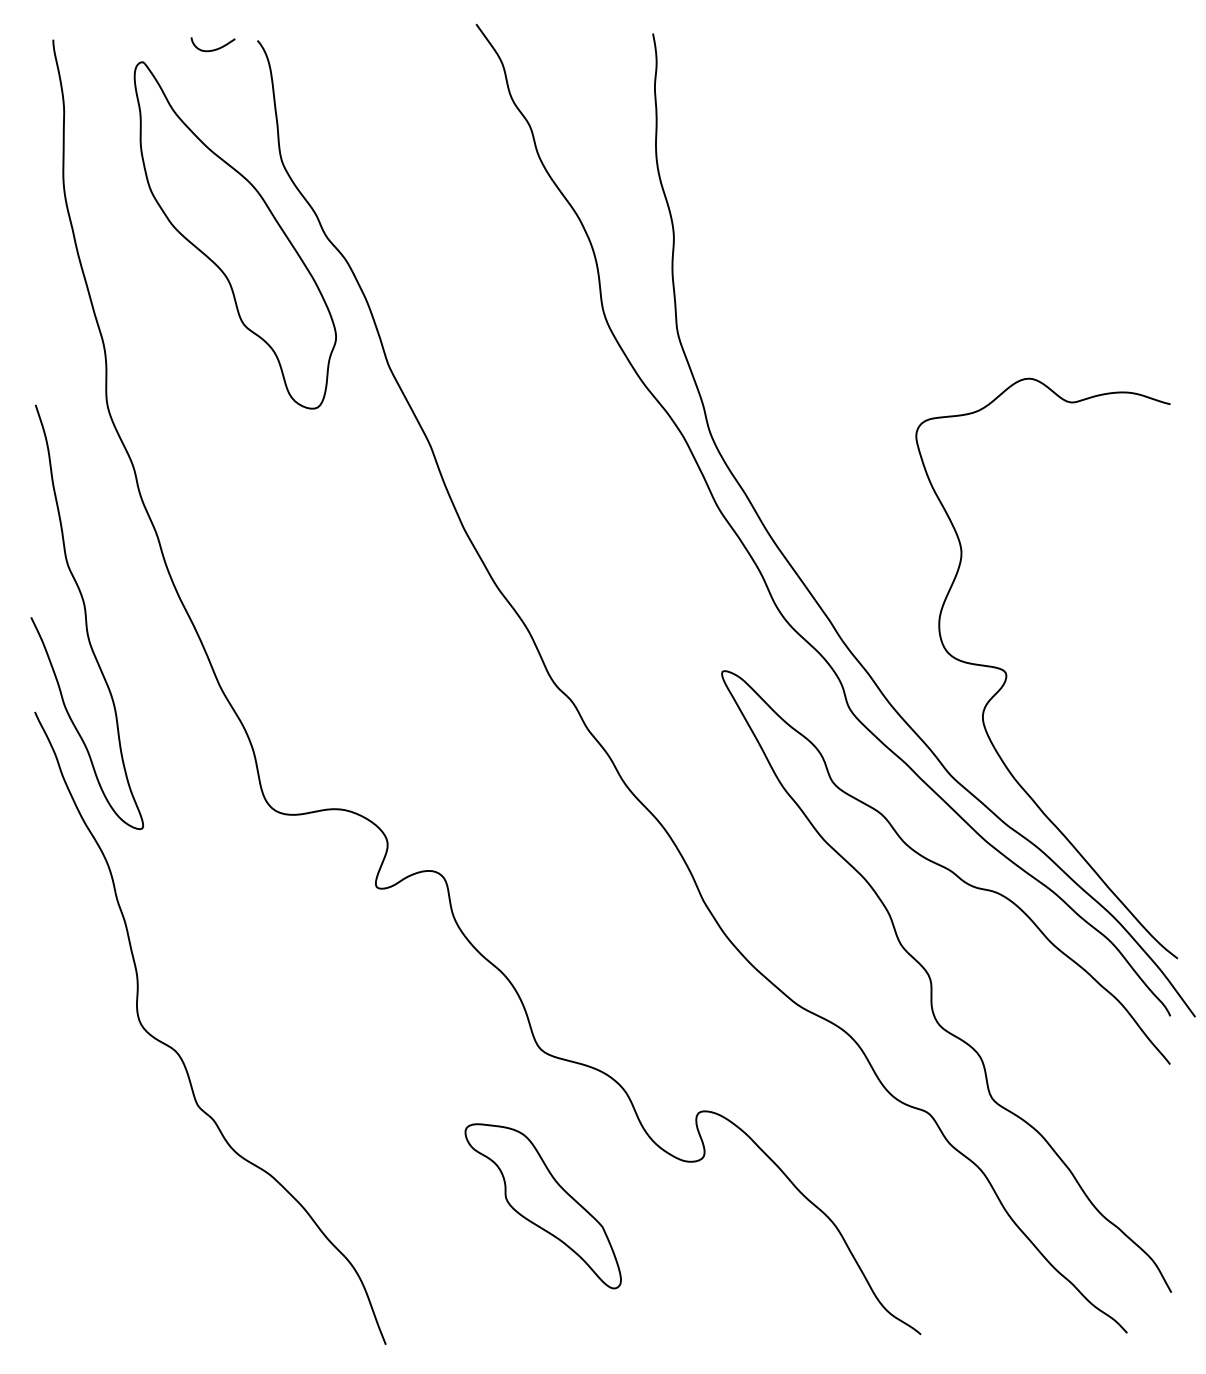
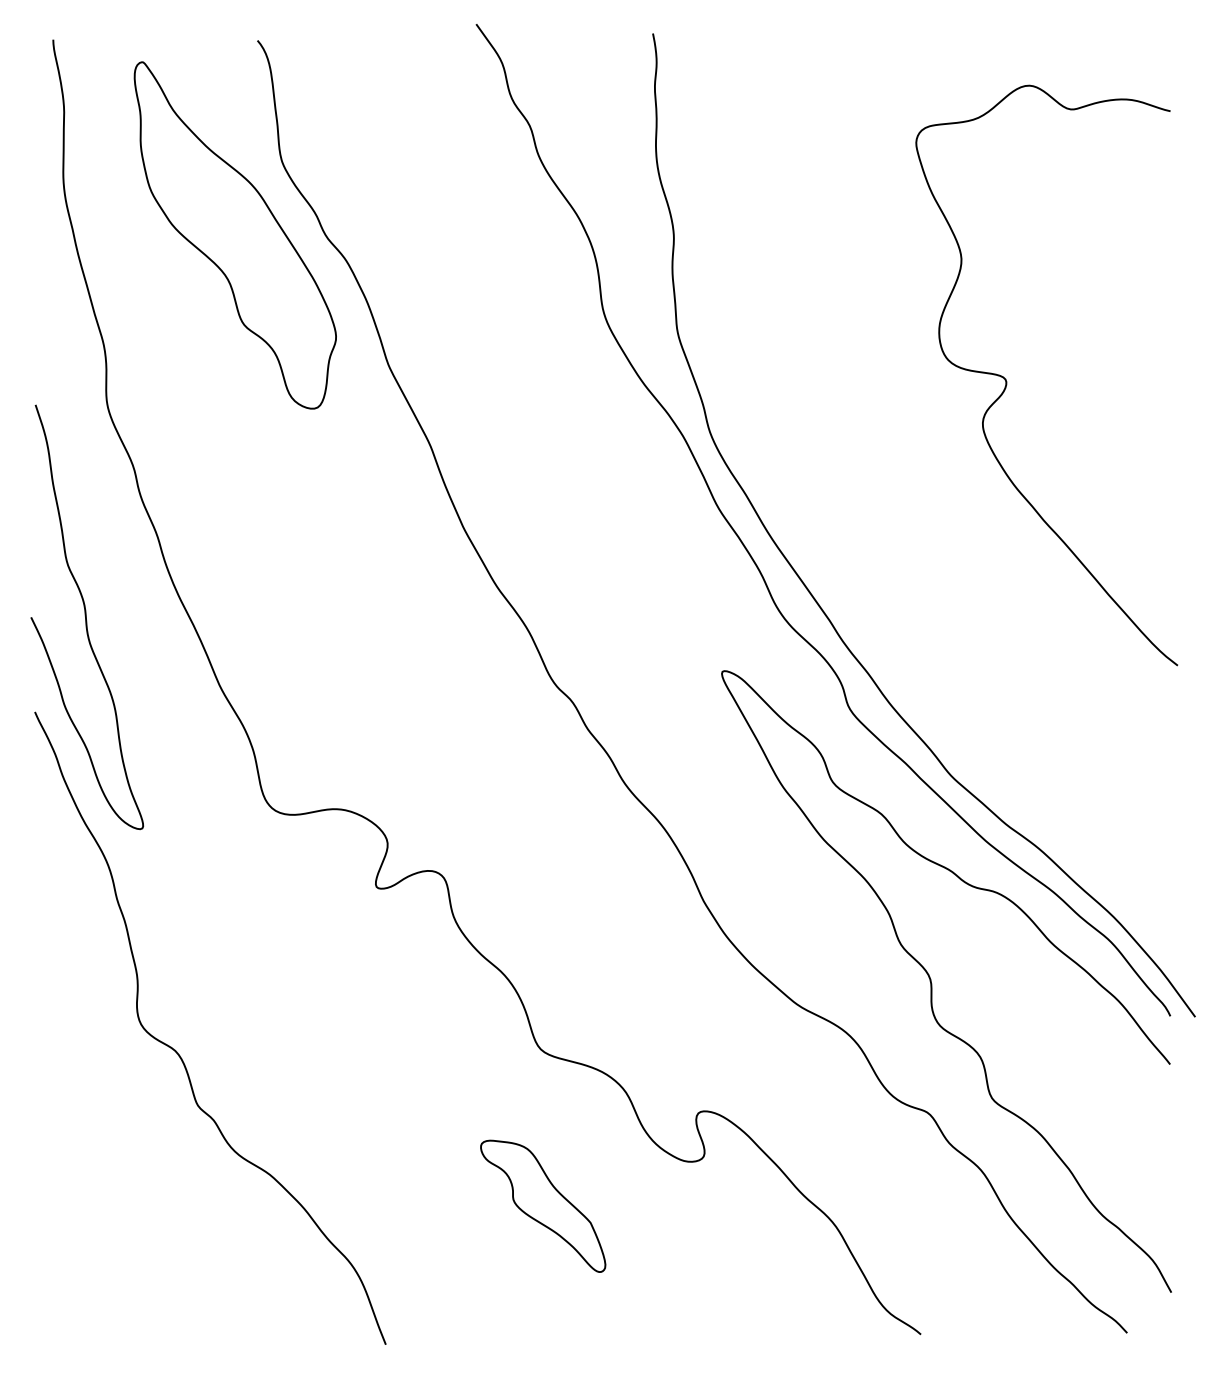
curve at (215, 48): present -> none
curve at (1007, 674) position: (1007, 674) -> (1007, 381)
part at (542, 1206) size: 158x167 px -> 127x134 px
